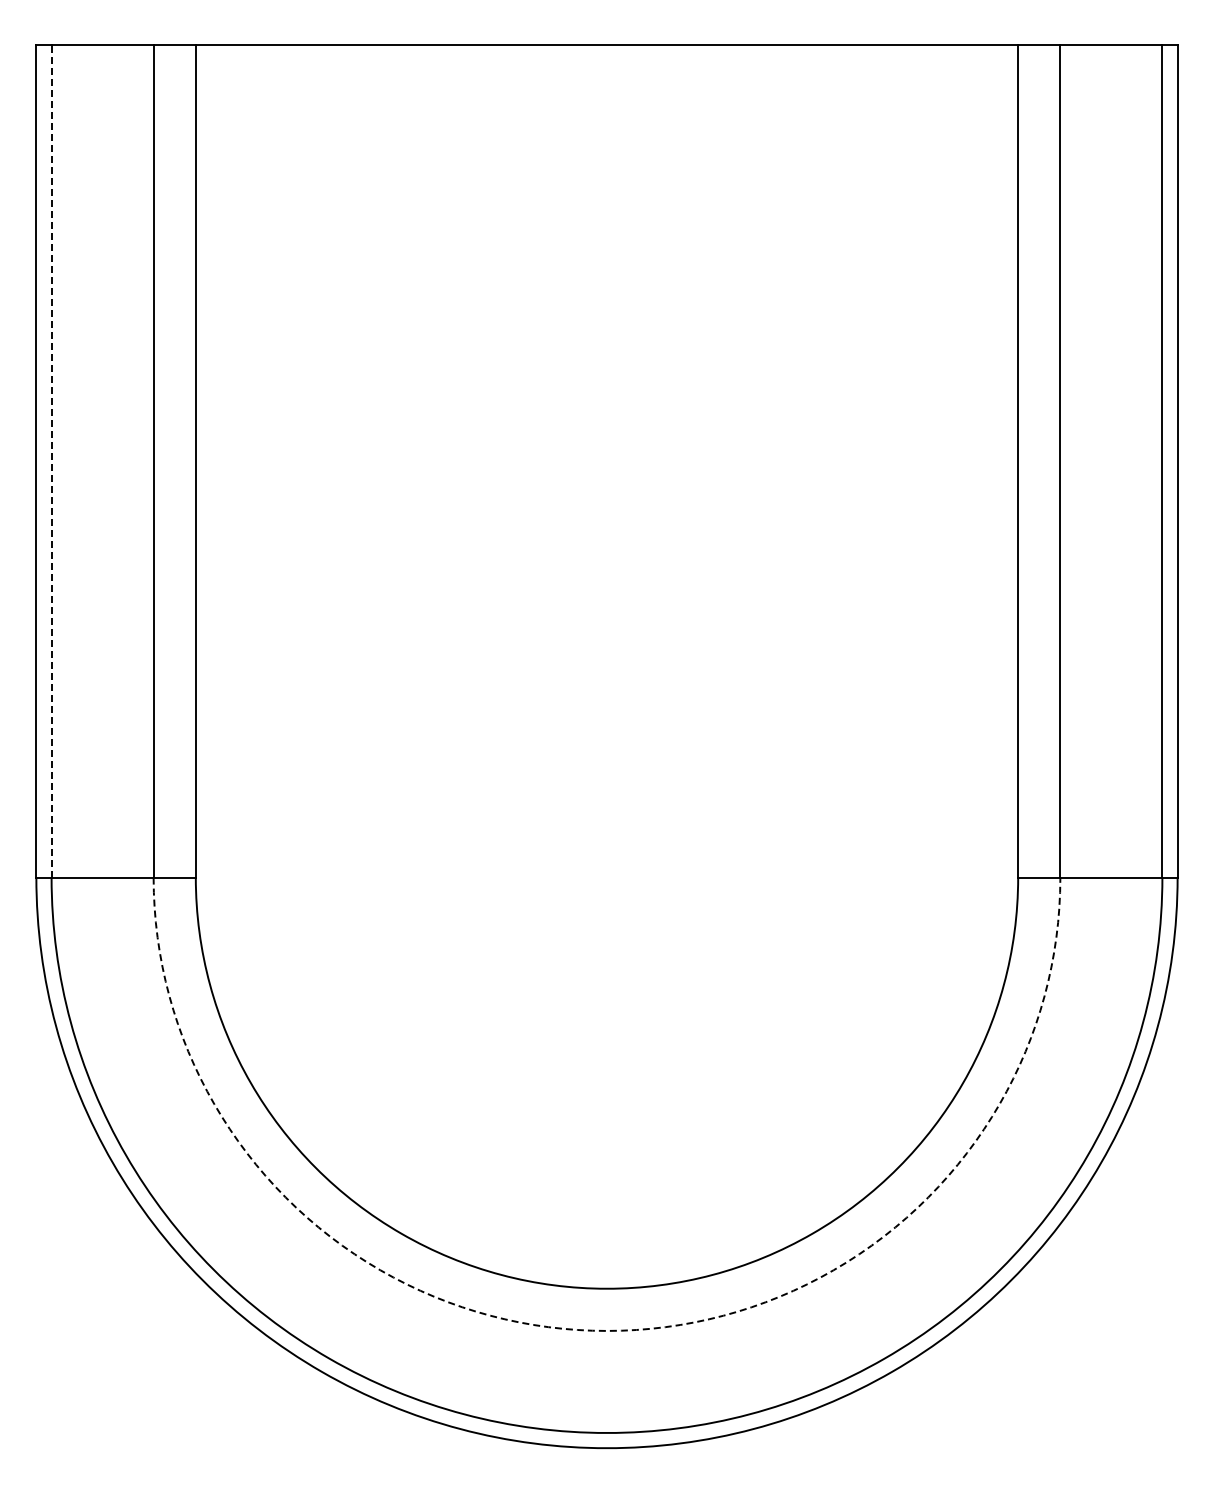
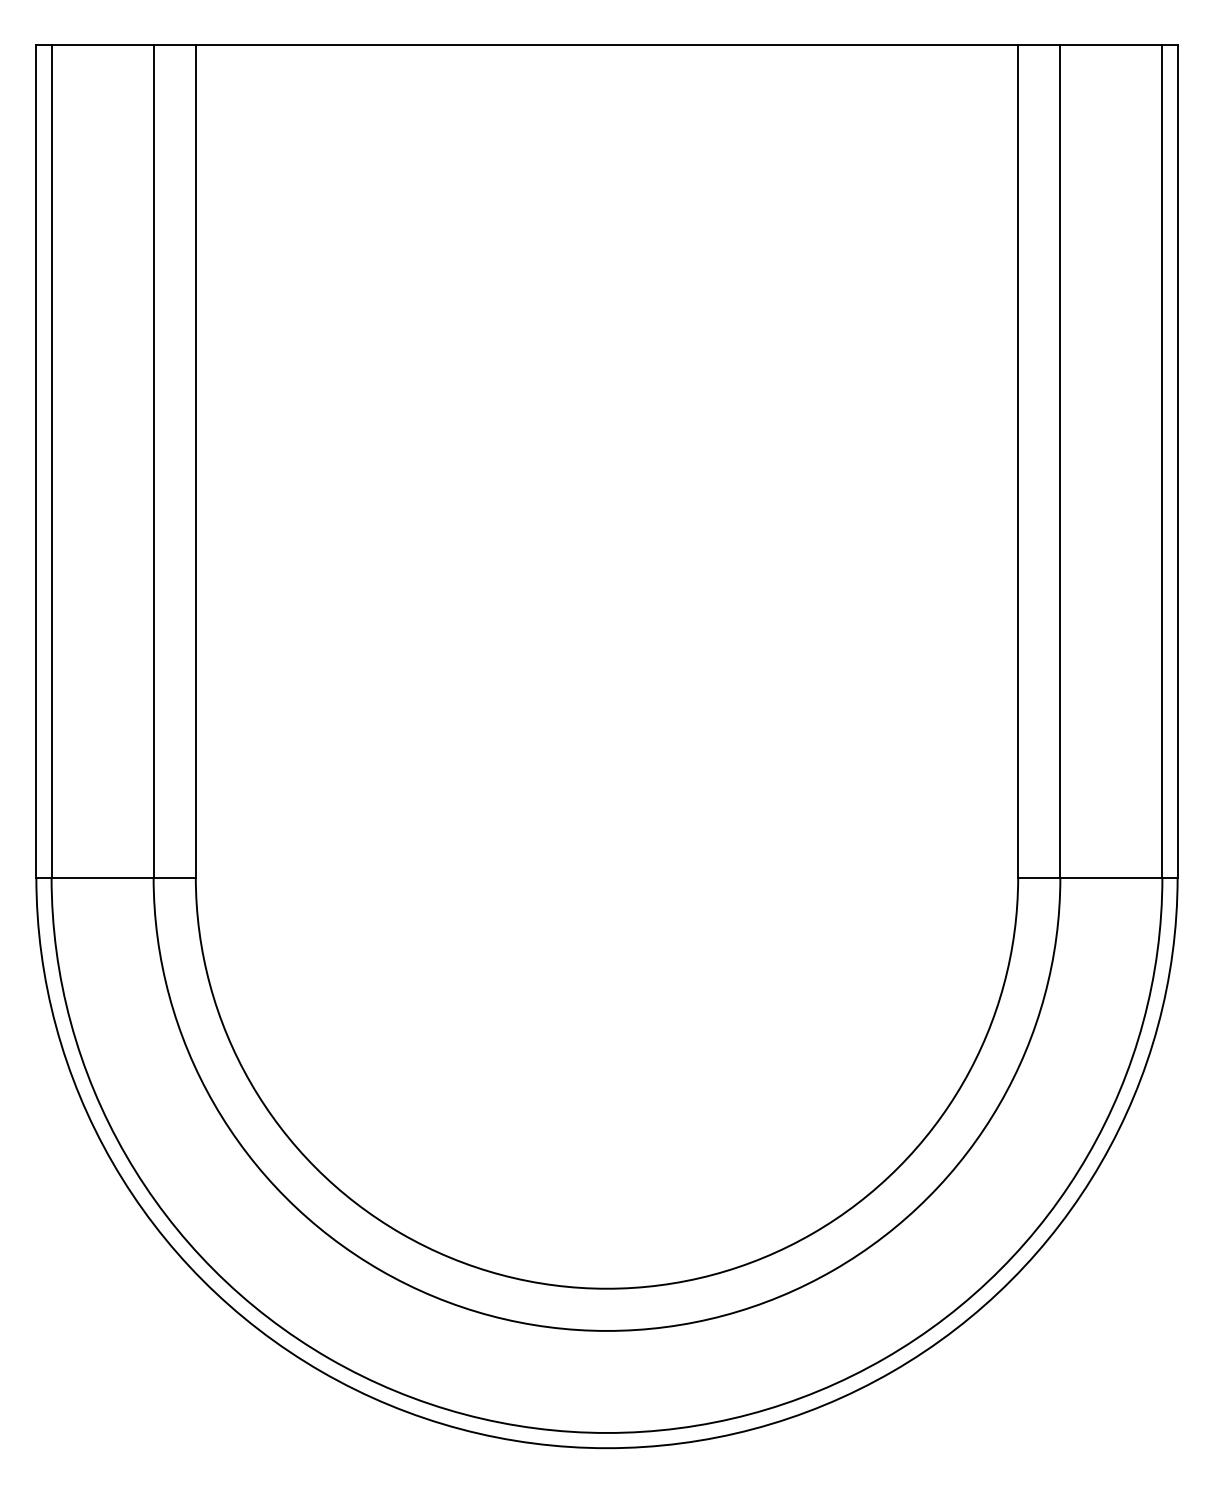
line at (51, 460): dashed -> solid
arc at (607, 1330): dashed -> solid
